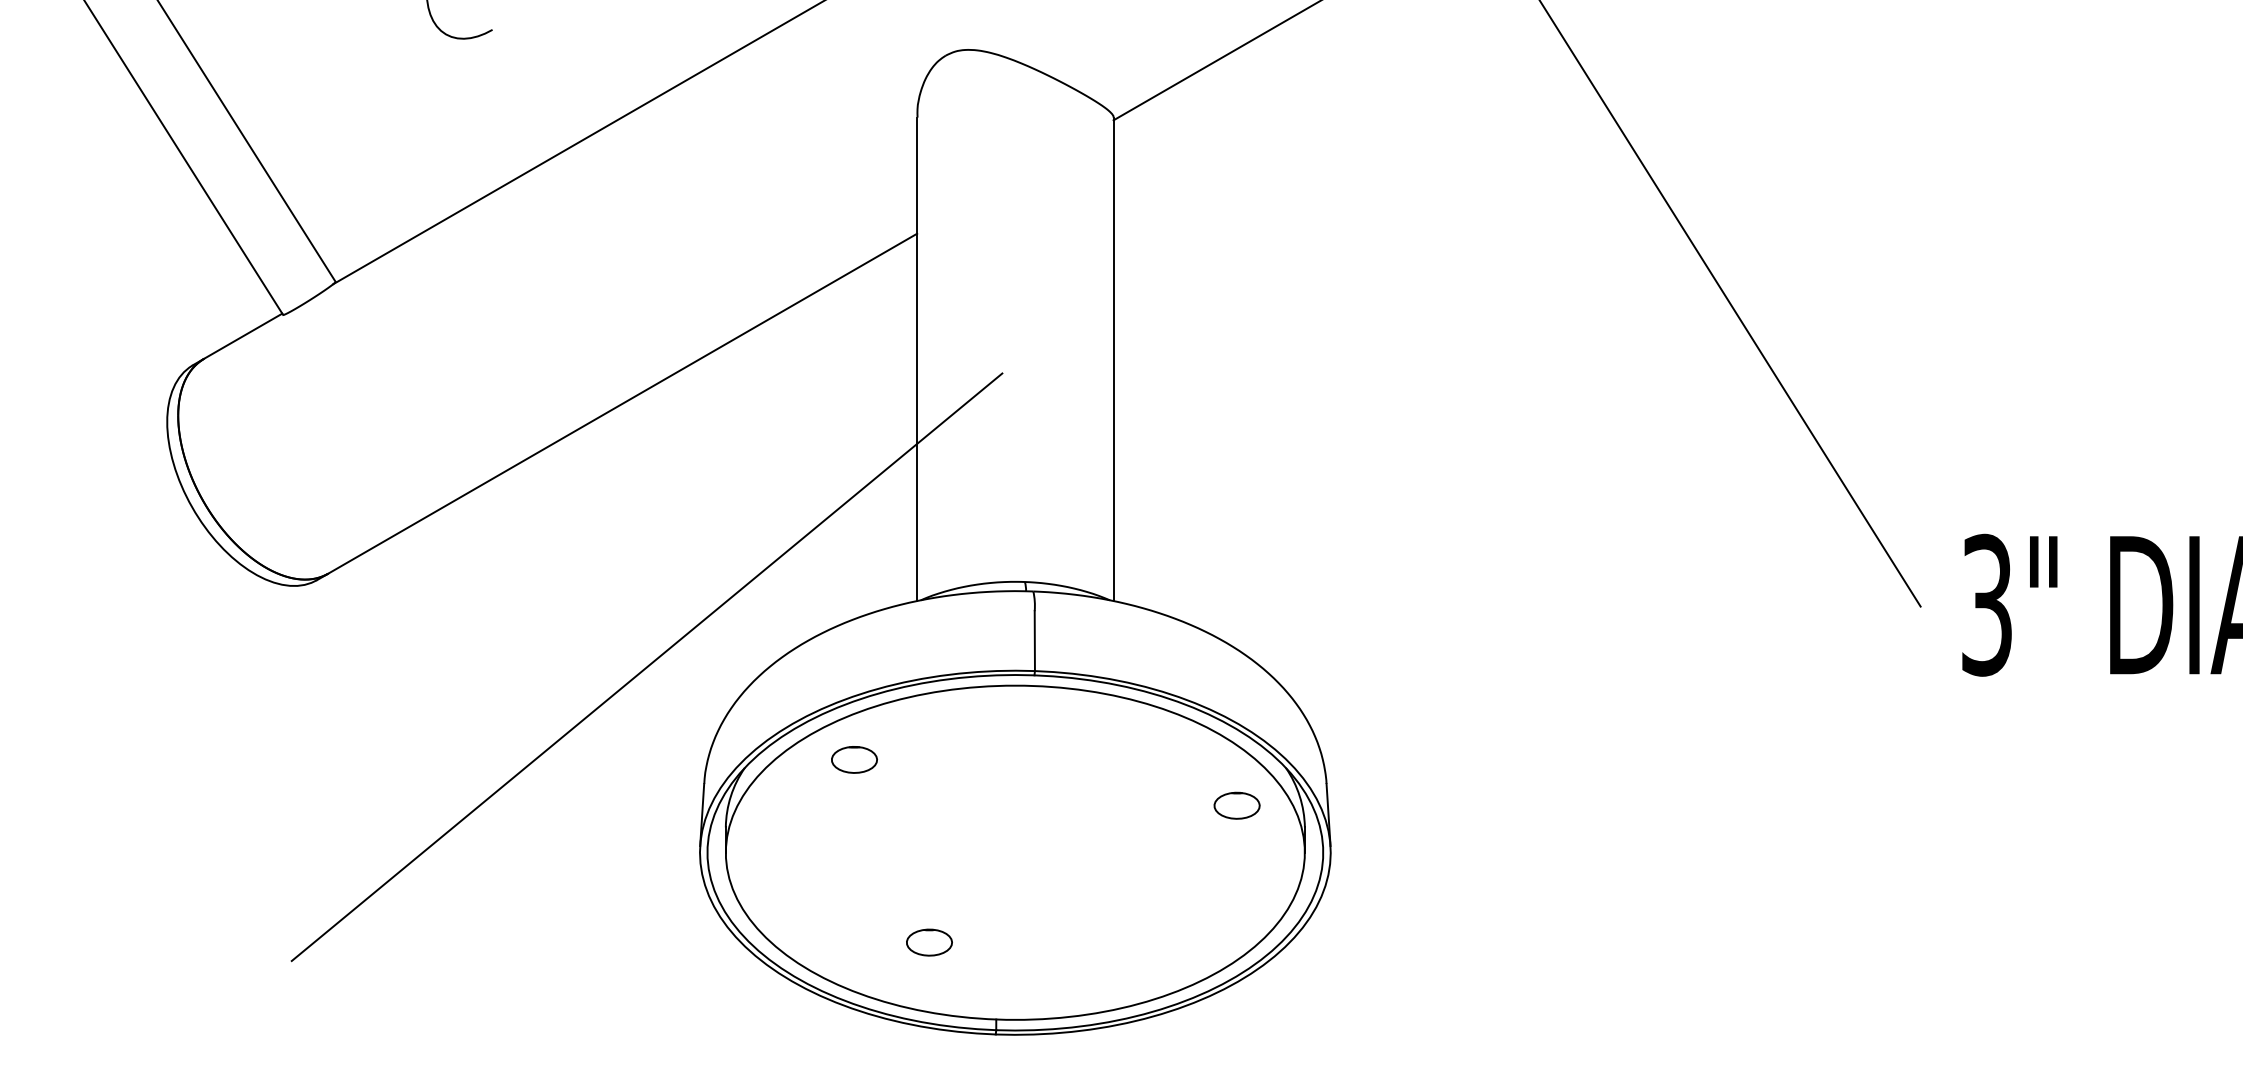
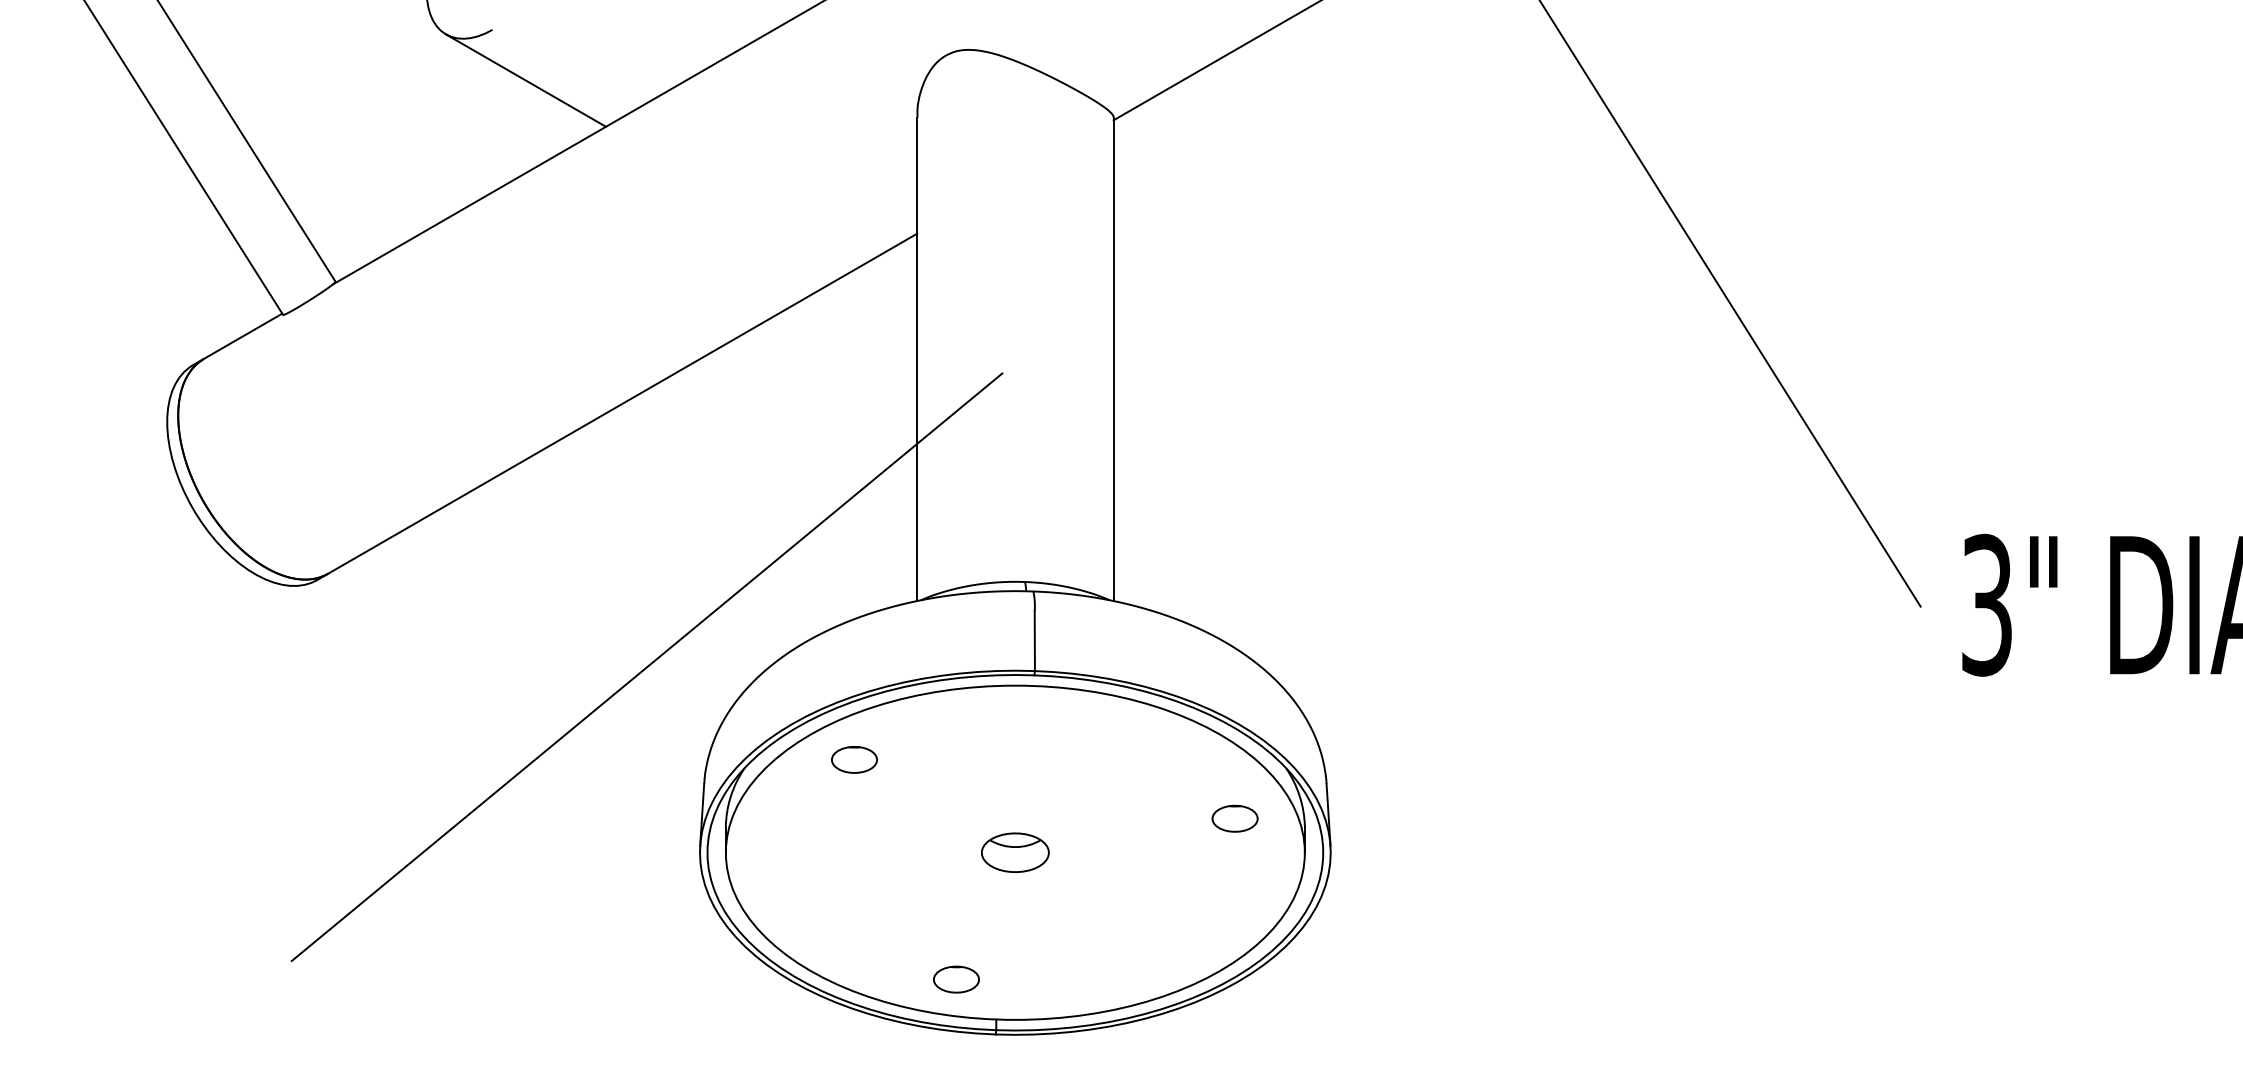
line at (526, 80): none -> present
part at (1236, 805) position: (1236, 805) -> (1234, 818)
part at (1015, 852): none -> present
part at (929, 942) position: (929, 942) -> (956, 979)
